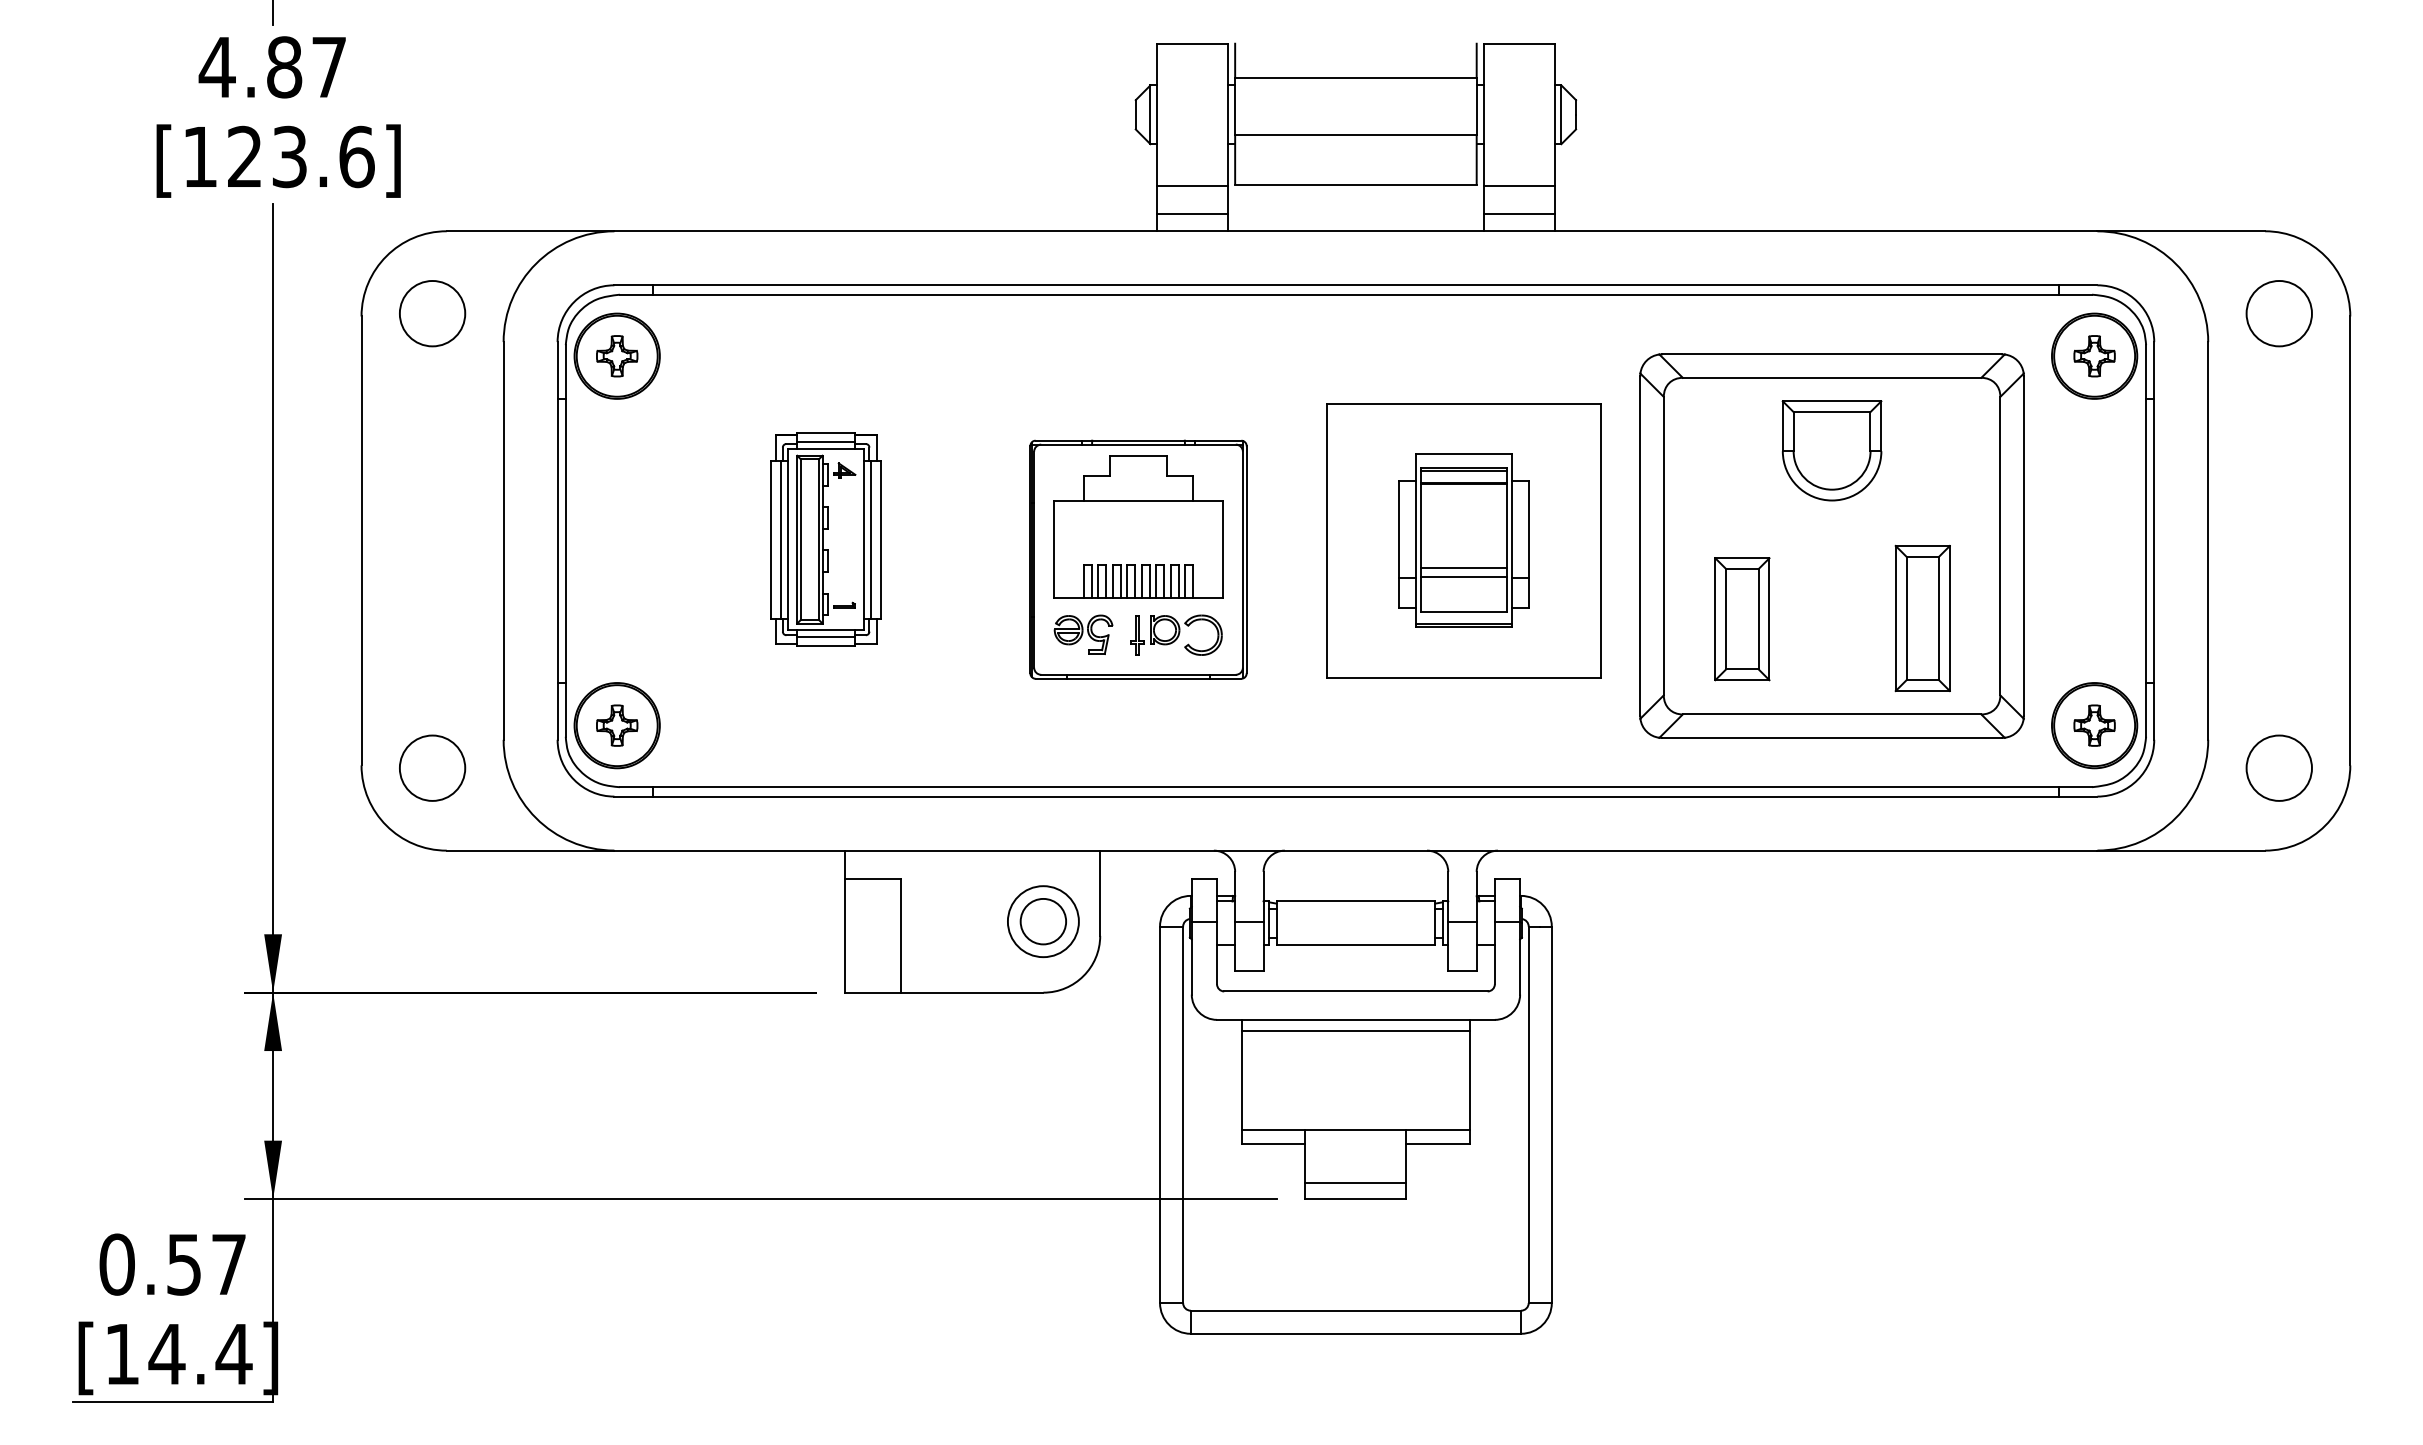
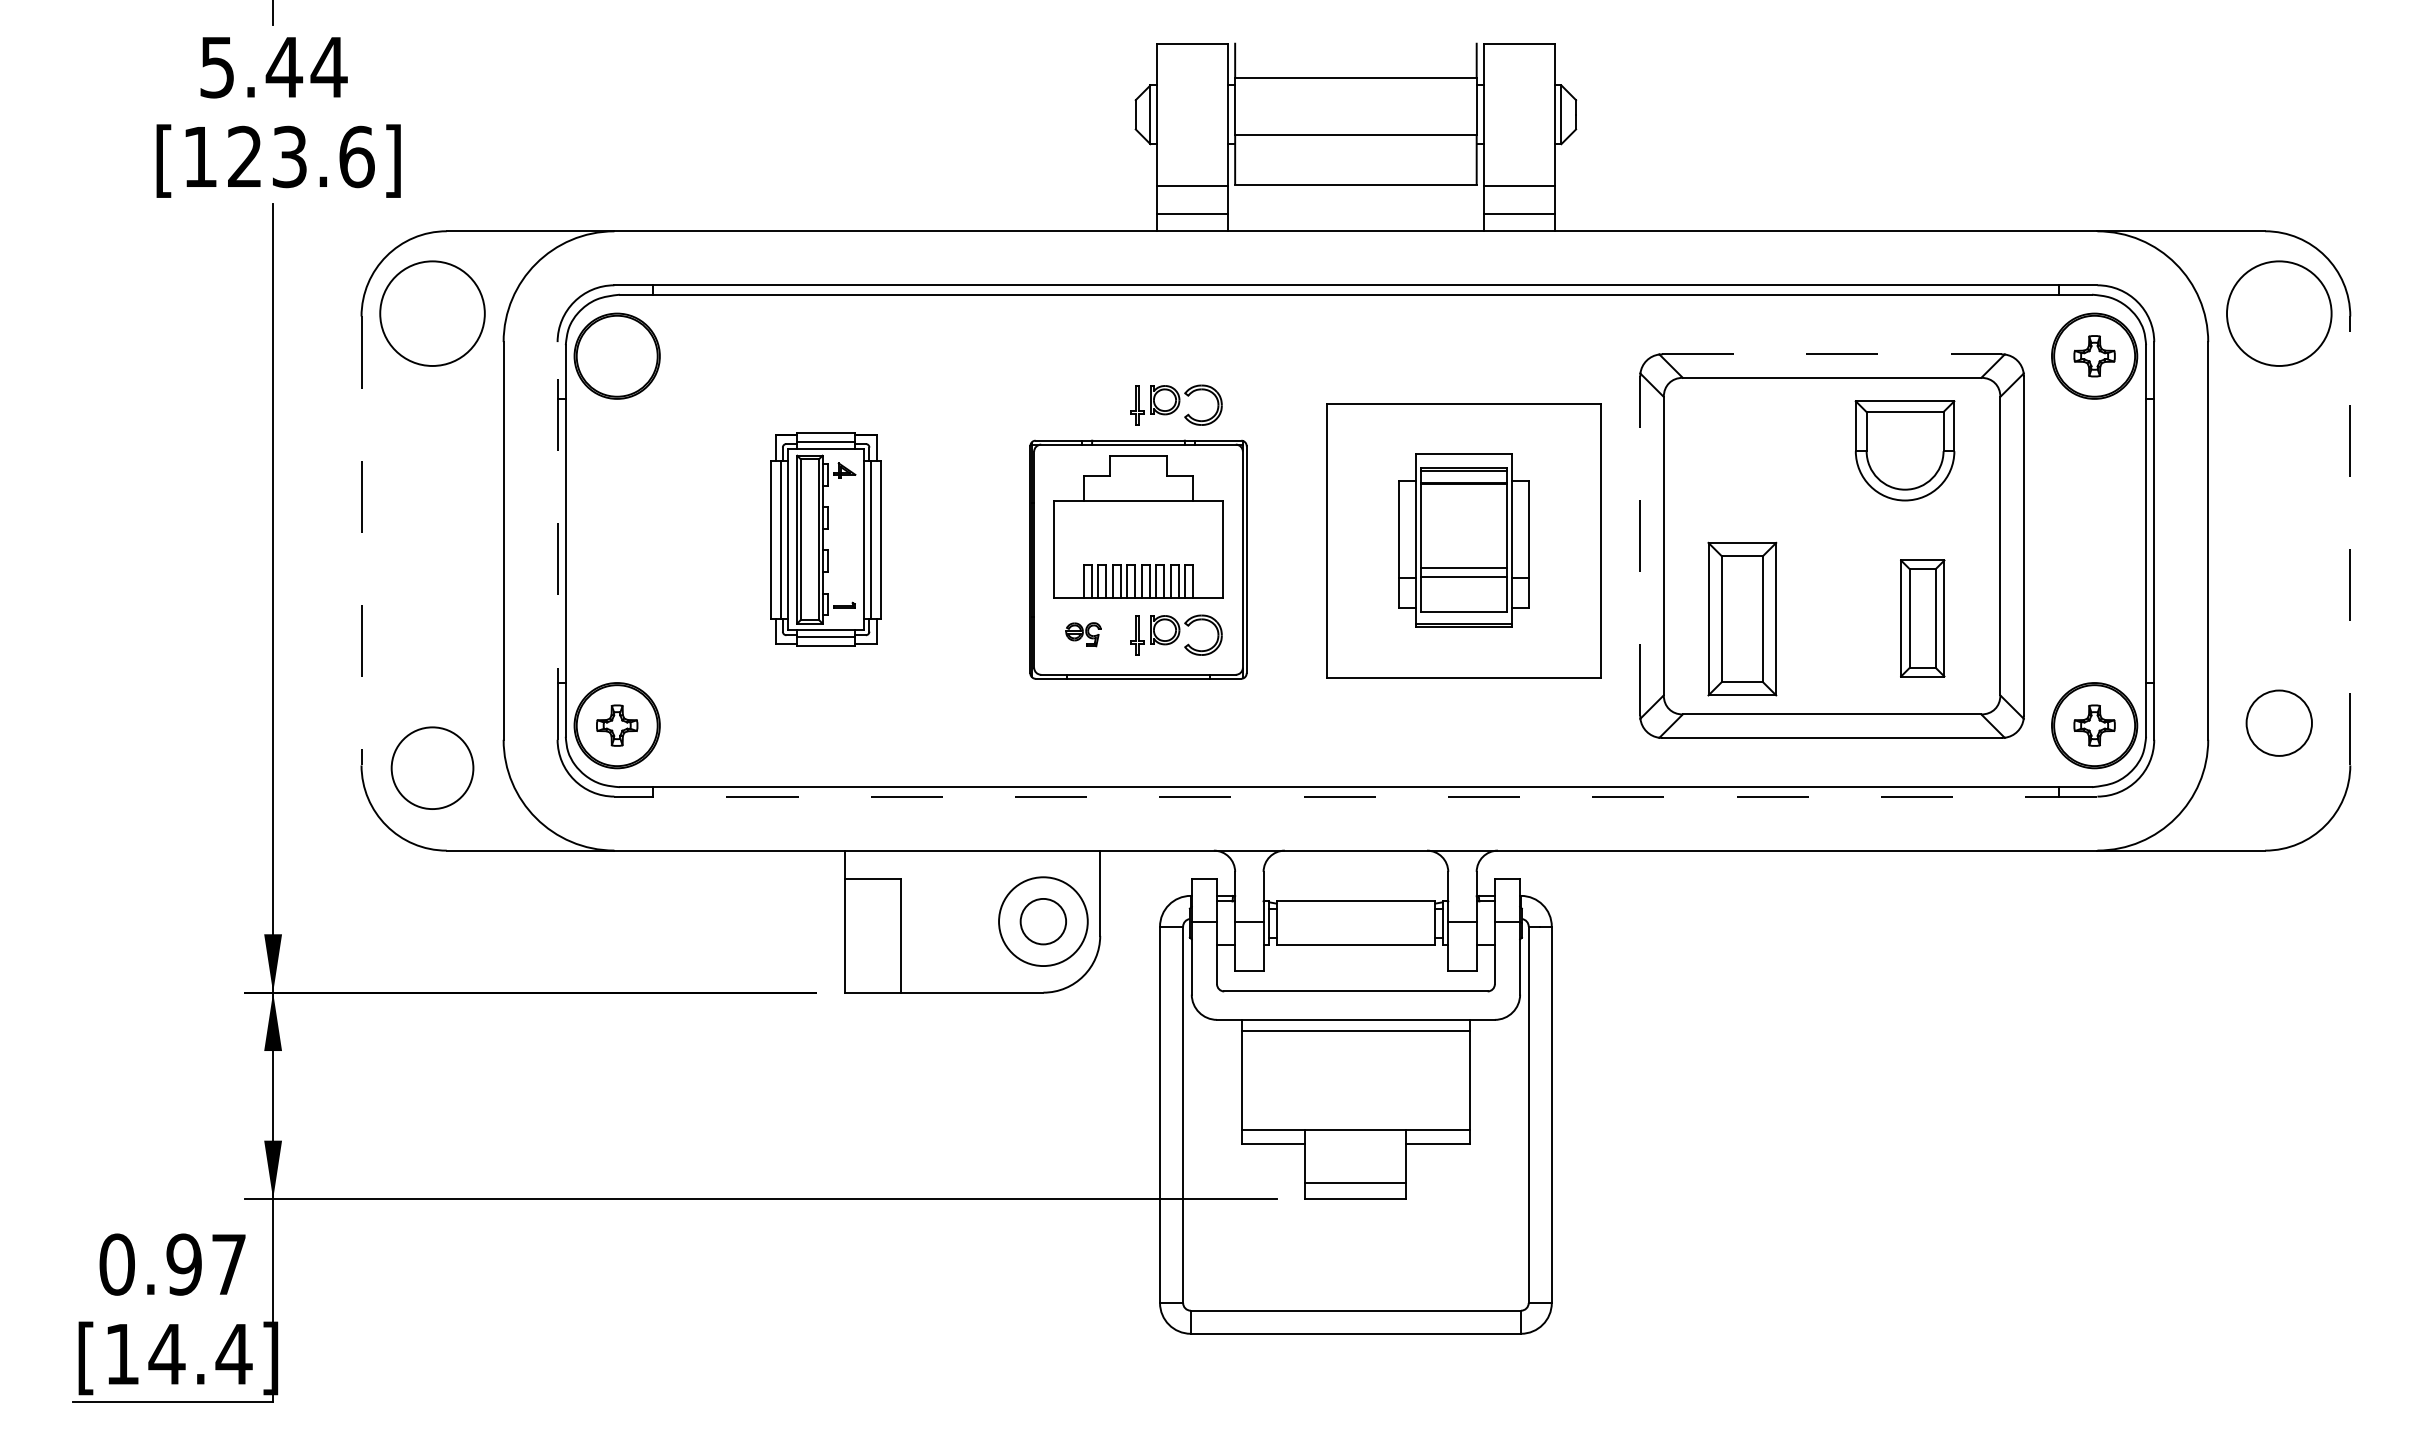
text at (272, 67): 4.87 -> 5.44
circle at (432, 313) diameter: 65 px -> 105 px
circle at (2278, 313) diameter: 65 px -> 105 px
line at (1832, 354): solid -> dashed
part at (617, 356): present -> none
part at (1176, 404): none -> present
part at (1831, 450) position: (1831, 450) -> (1904, 450)
line at (557, 540): solid -> dashed
line at (2350, 540): solid -> dashed
line at (361, 541): solid -> dashed
line at (1640, 545): solid -> dashed
part at (1922, 618) size: 57x149 px -> 46x119 px
part at (1742, 619) size: 57x125 px -> 71x156 px
part at (1083, 634) size: 61x41 px -> 37x26 px
circle at (432, 767) diameter: 65 px -> 82 px
circle at (2278, 767) position: (2278, 767) -> (2278, 722)
line at (1355, 796): solid -> dashed
circle at (1042, 921) diameter: 71 px -> 89 px
text at (183, 1264): 0.57 -> 0.97
